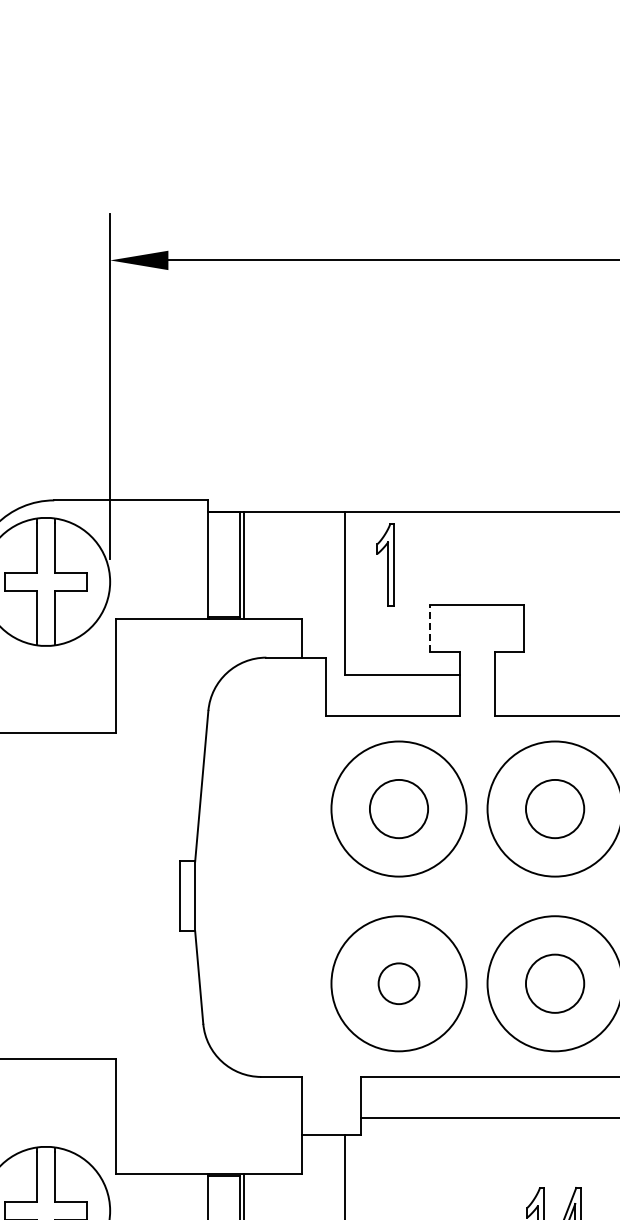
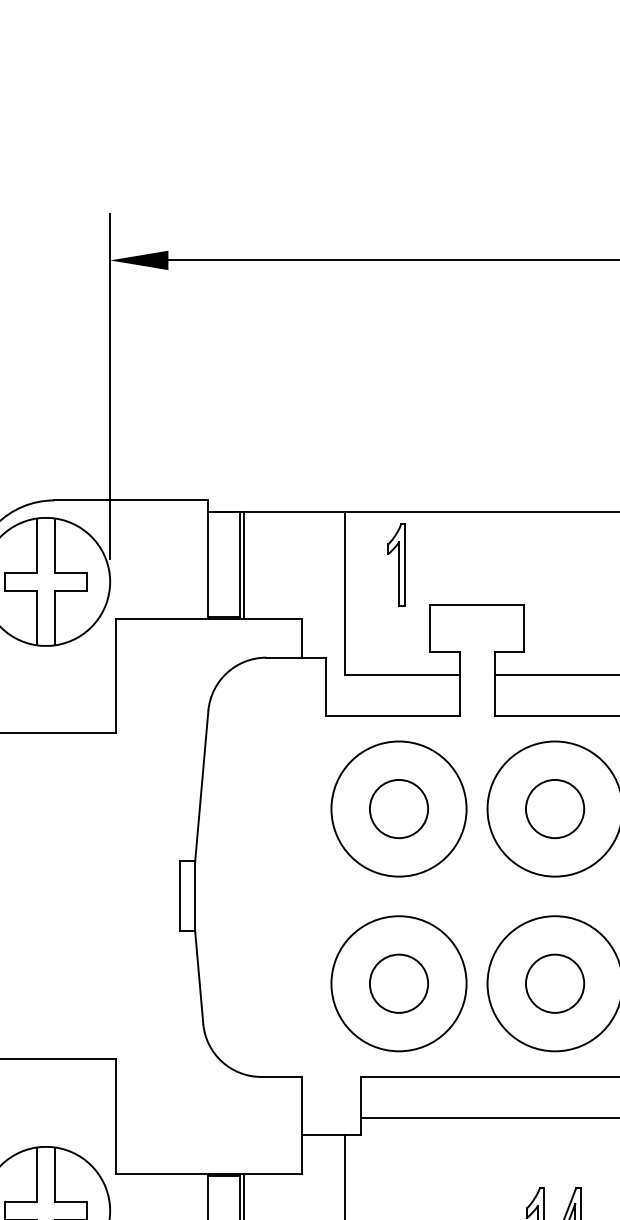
part at (385, 564) position: (385, 564) -> (396, 564)
line at (430, 628): dashed -> solid
line at (555, 675): none -> present
circle at (398, 983) diameter: 41 px -> 58 px
